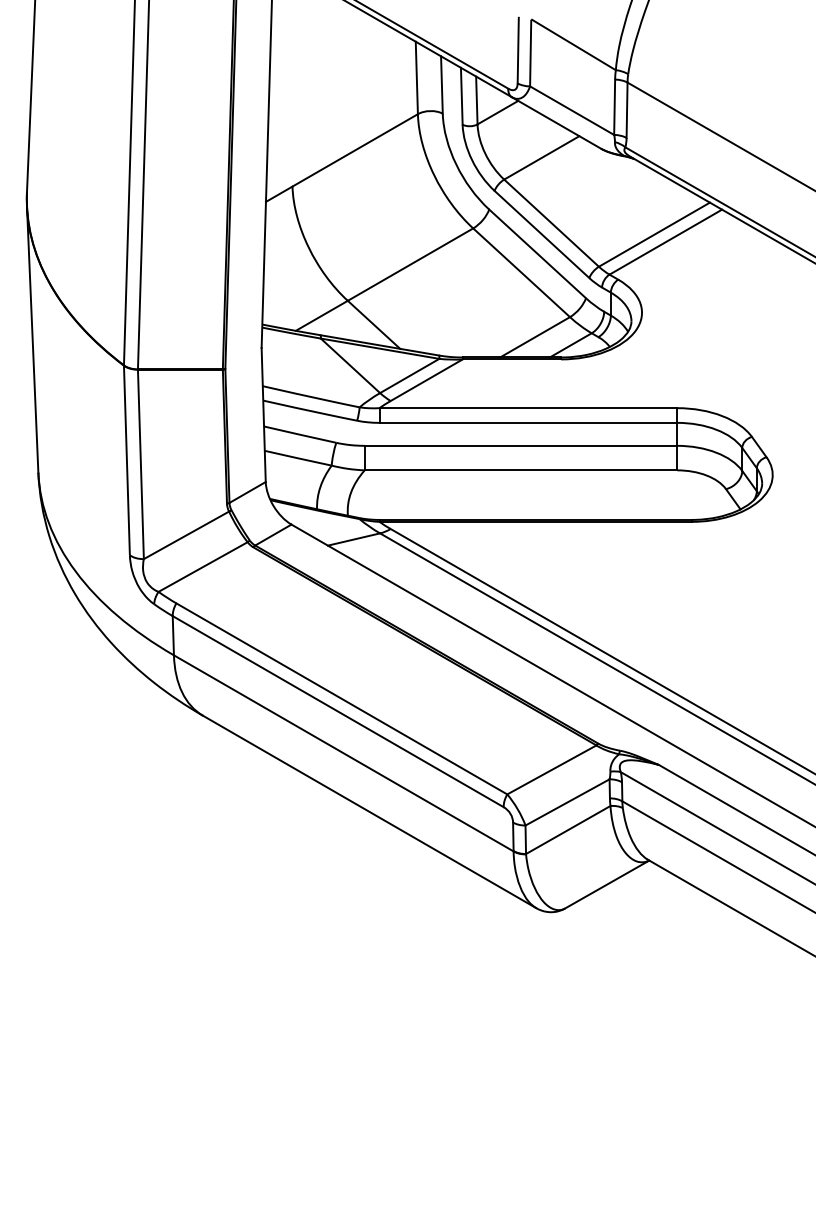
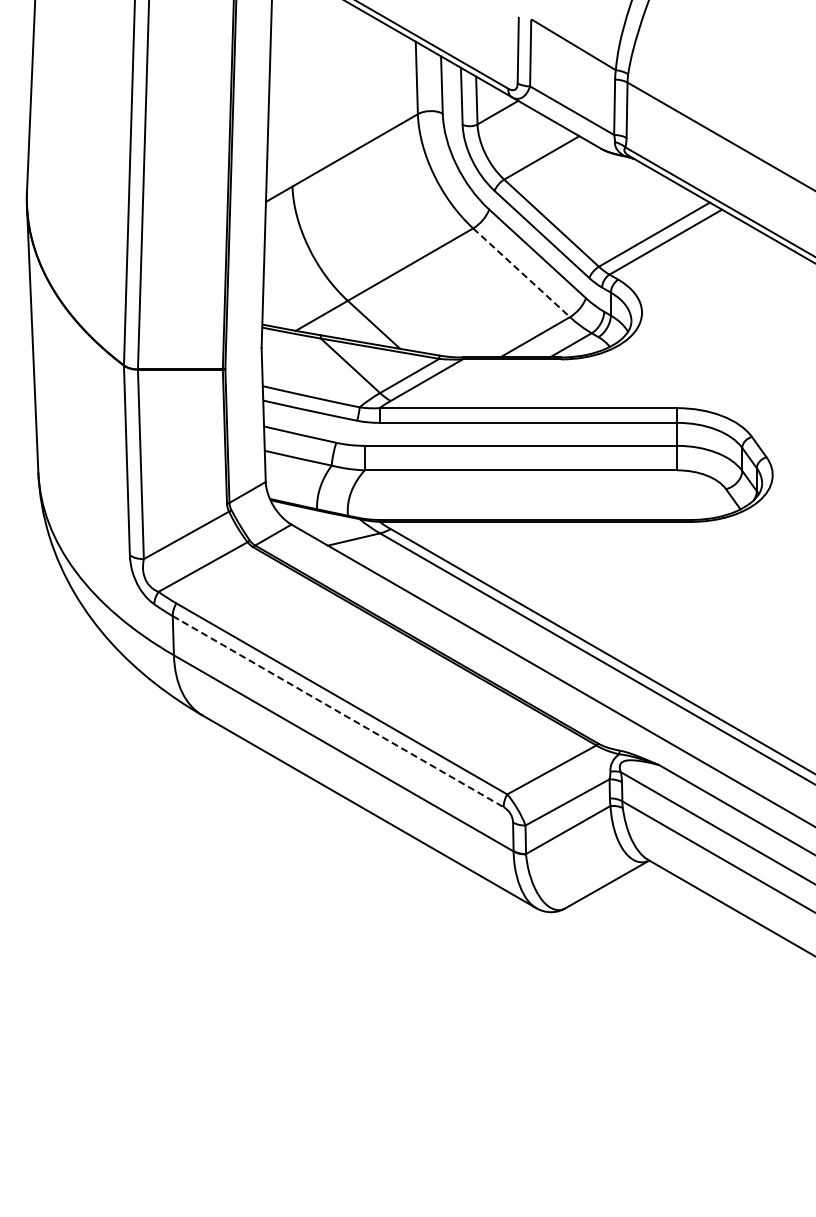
line at (521, 272): solid -> dashed
line at (338, 711): solid -> dashed
